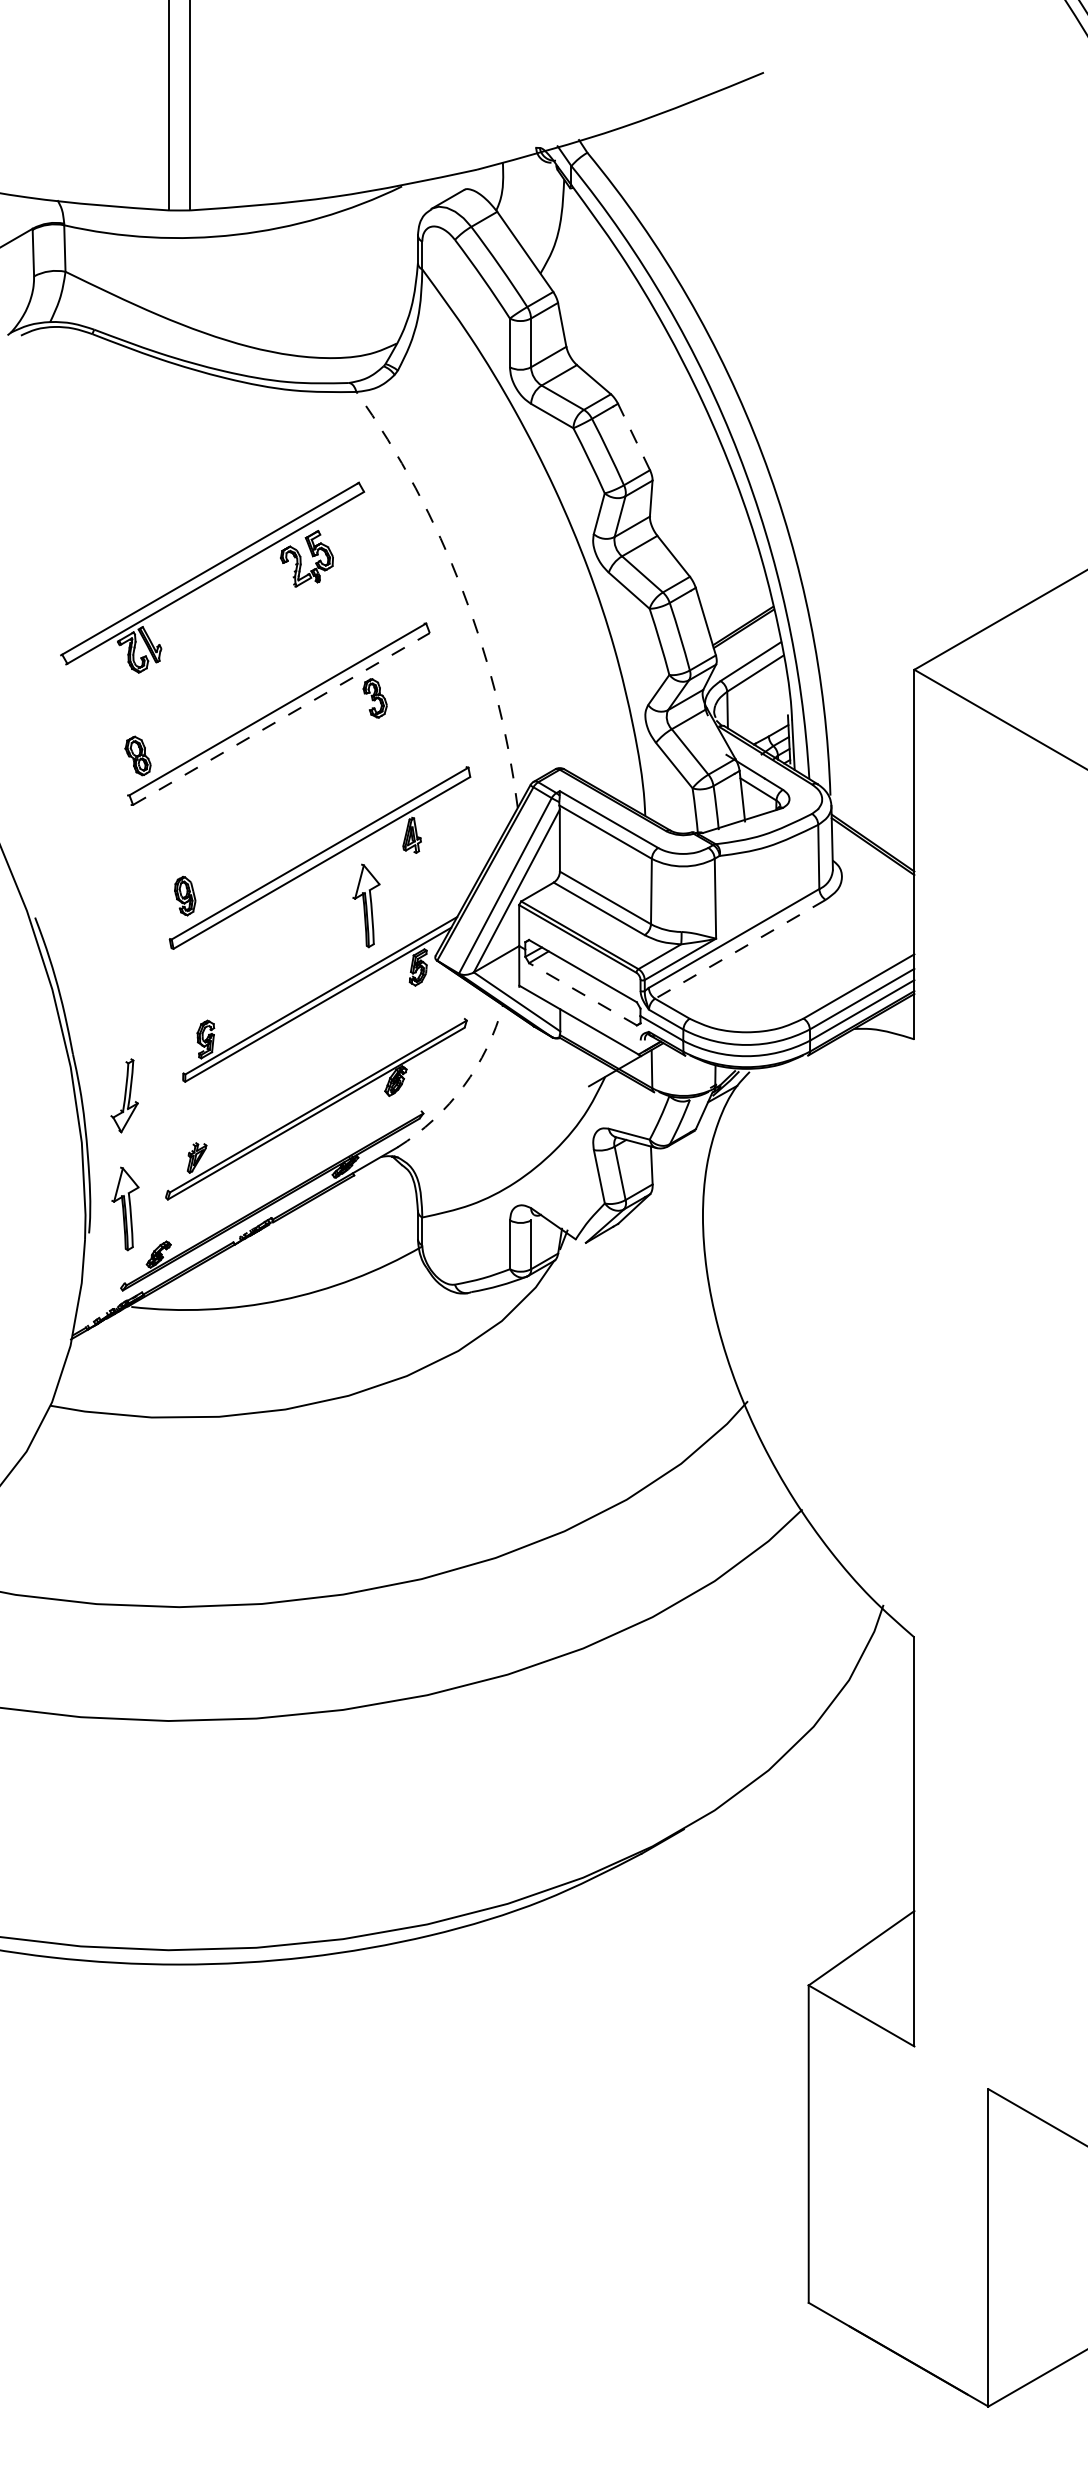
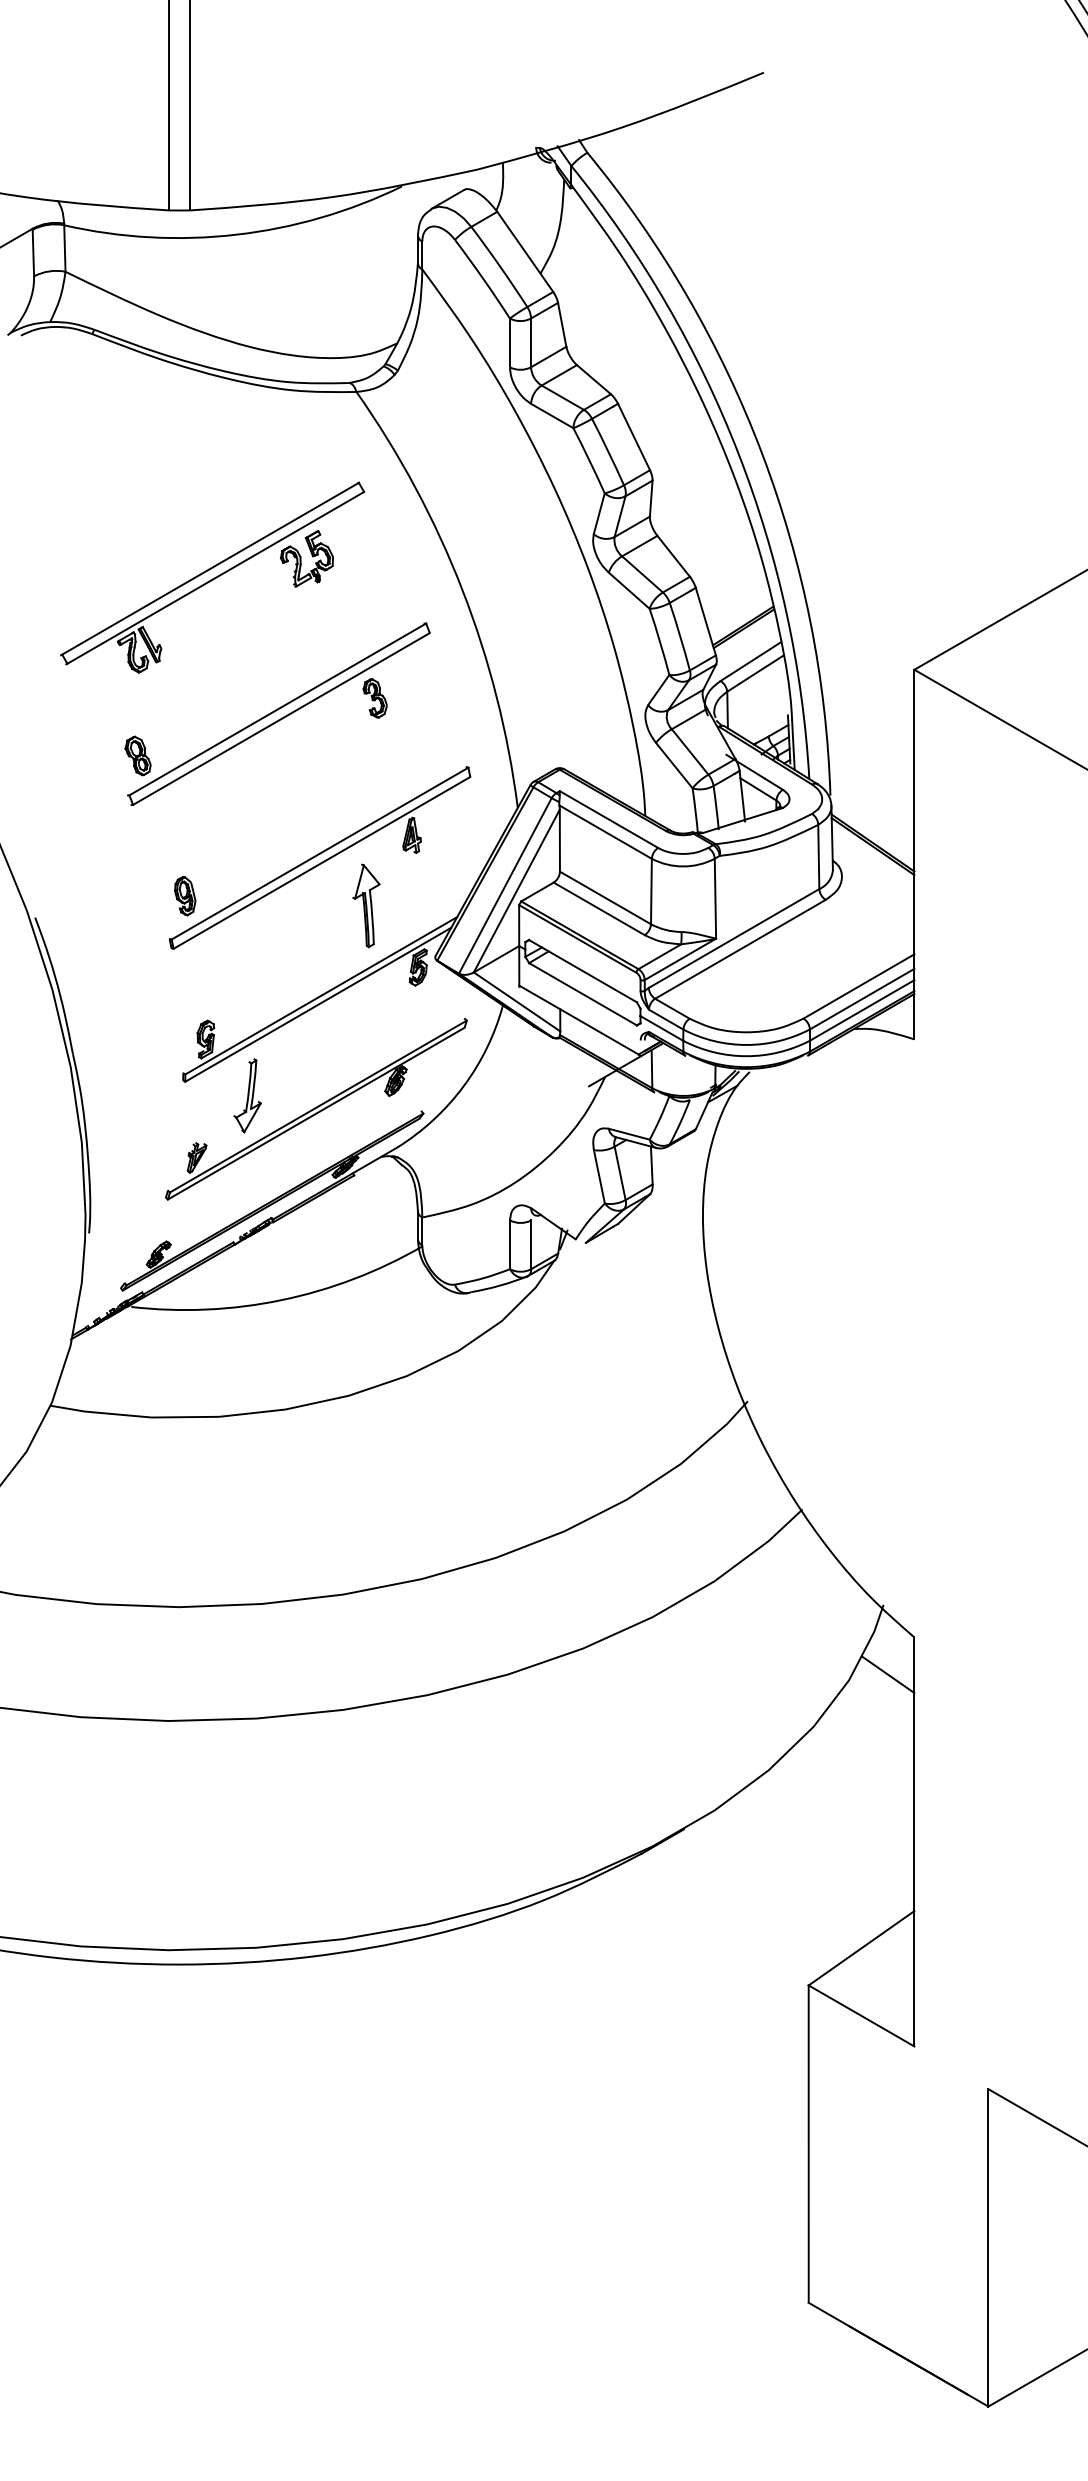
line at (634, 437): dashed -> solid
arc at (462, 590): dashed -> solid
line at (281, 718): dashed -> solid
line at (740, 949): dashed -> solid
line at (582, 994): dashed -> solid
arc at (463, 1086): dashed -> solid
part at (124, 1095) position: (124, 1095) -> (247, 1095)
part at (125, 1208): present -> none
line at (888, 1674): none -> present
